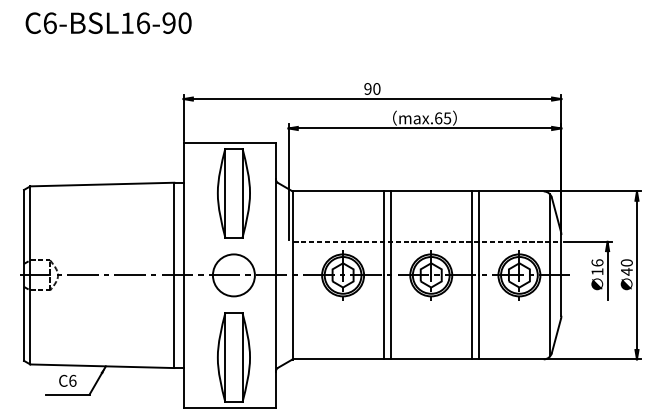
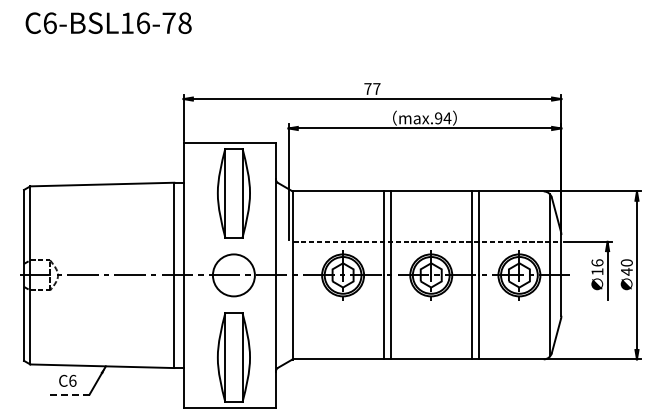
text at (176, 22): C6-BSL16-90 -> C6-BSL16-78
text at (372, 88): 90 -> 77
text at (443, 118): max.65 -> max.94
line at (68, 394): solid -> dashed
